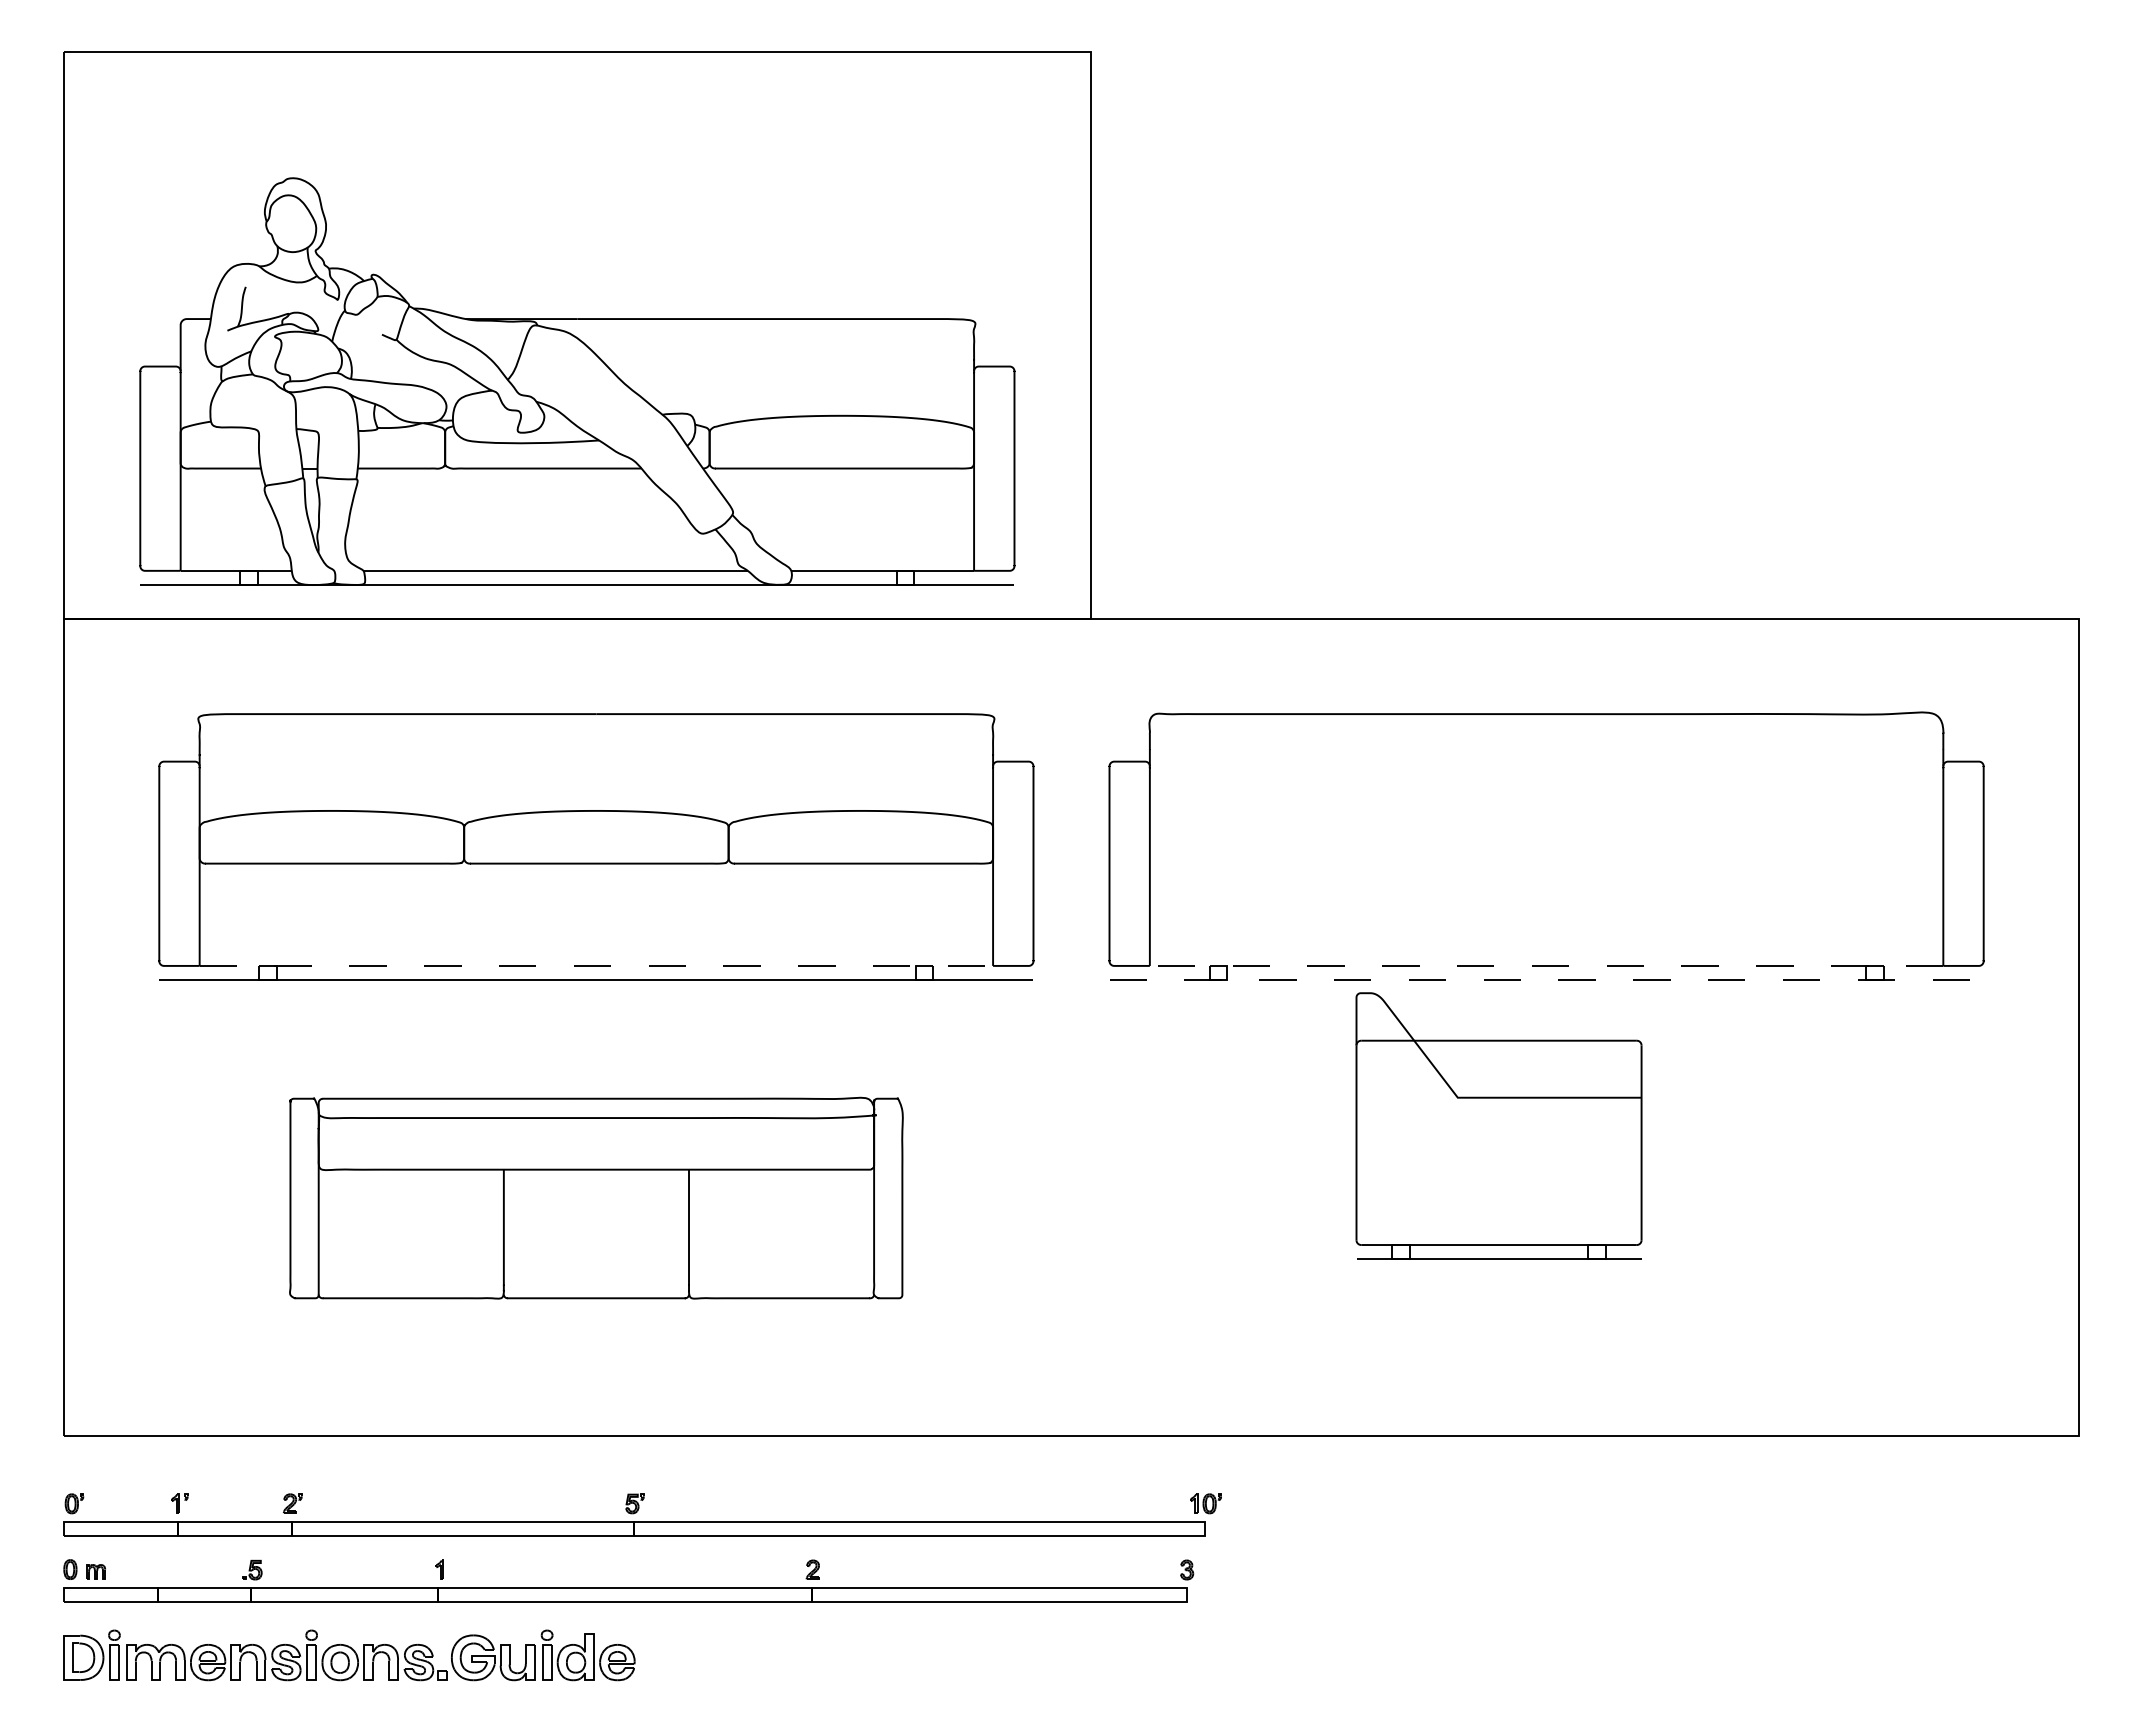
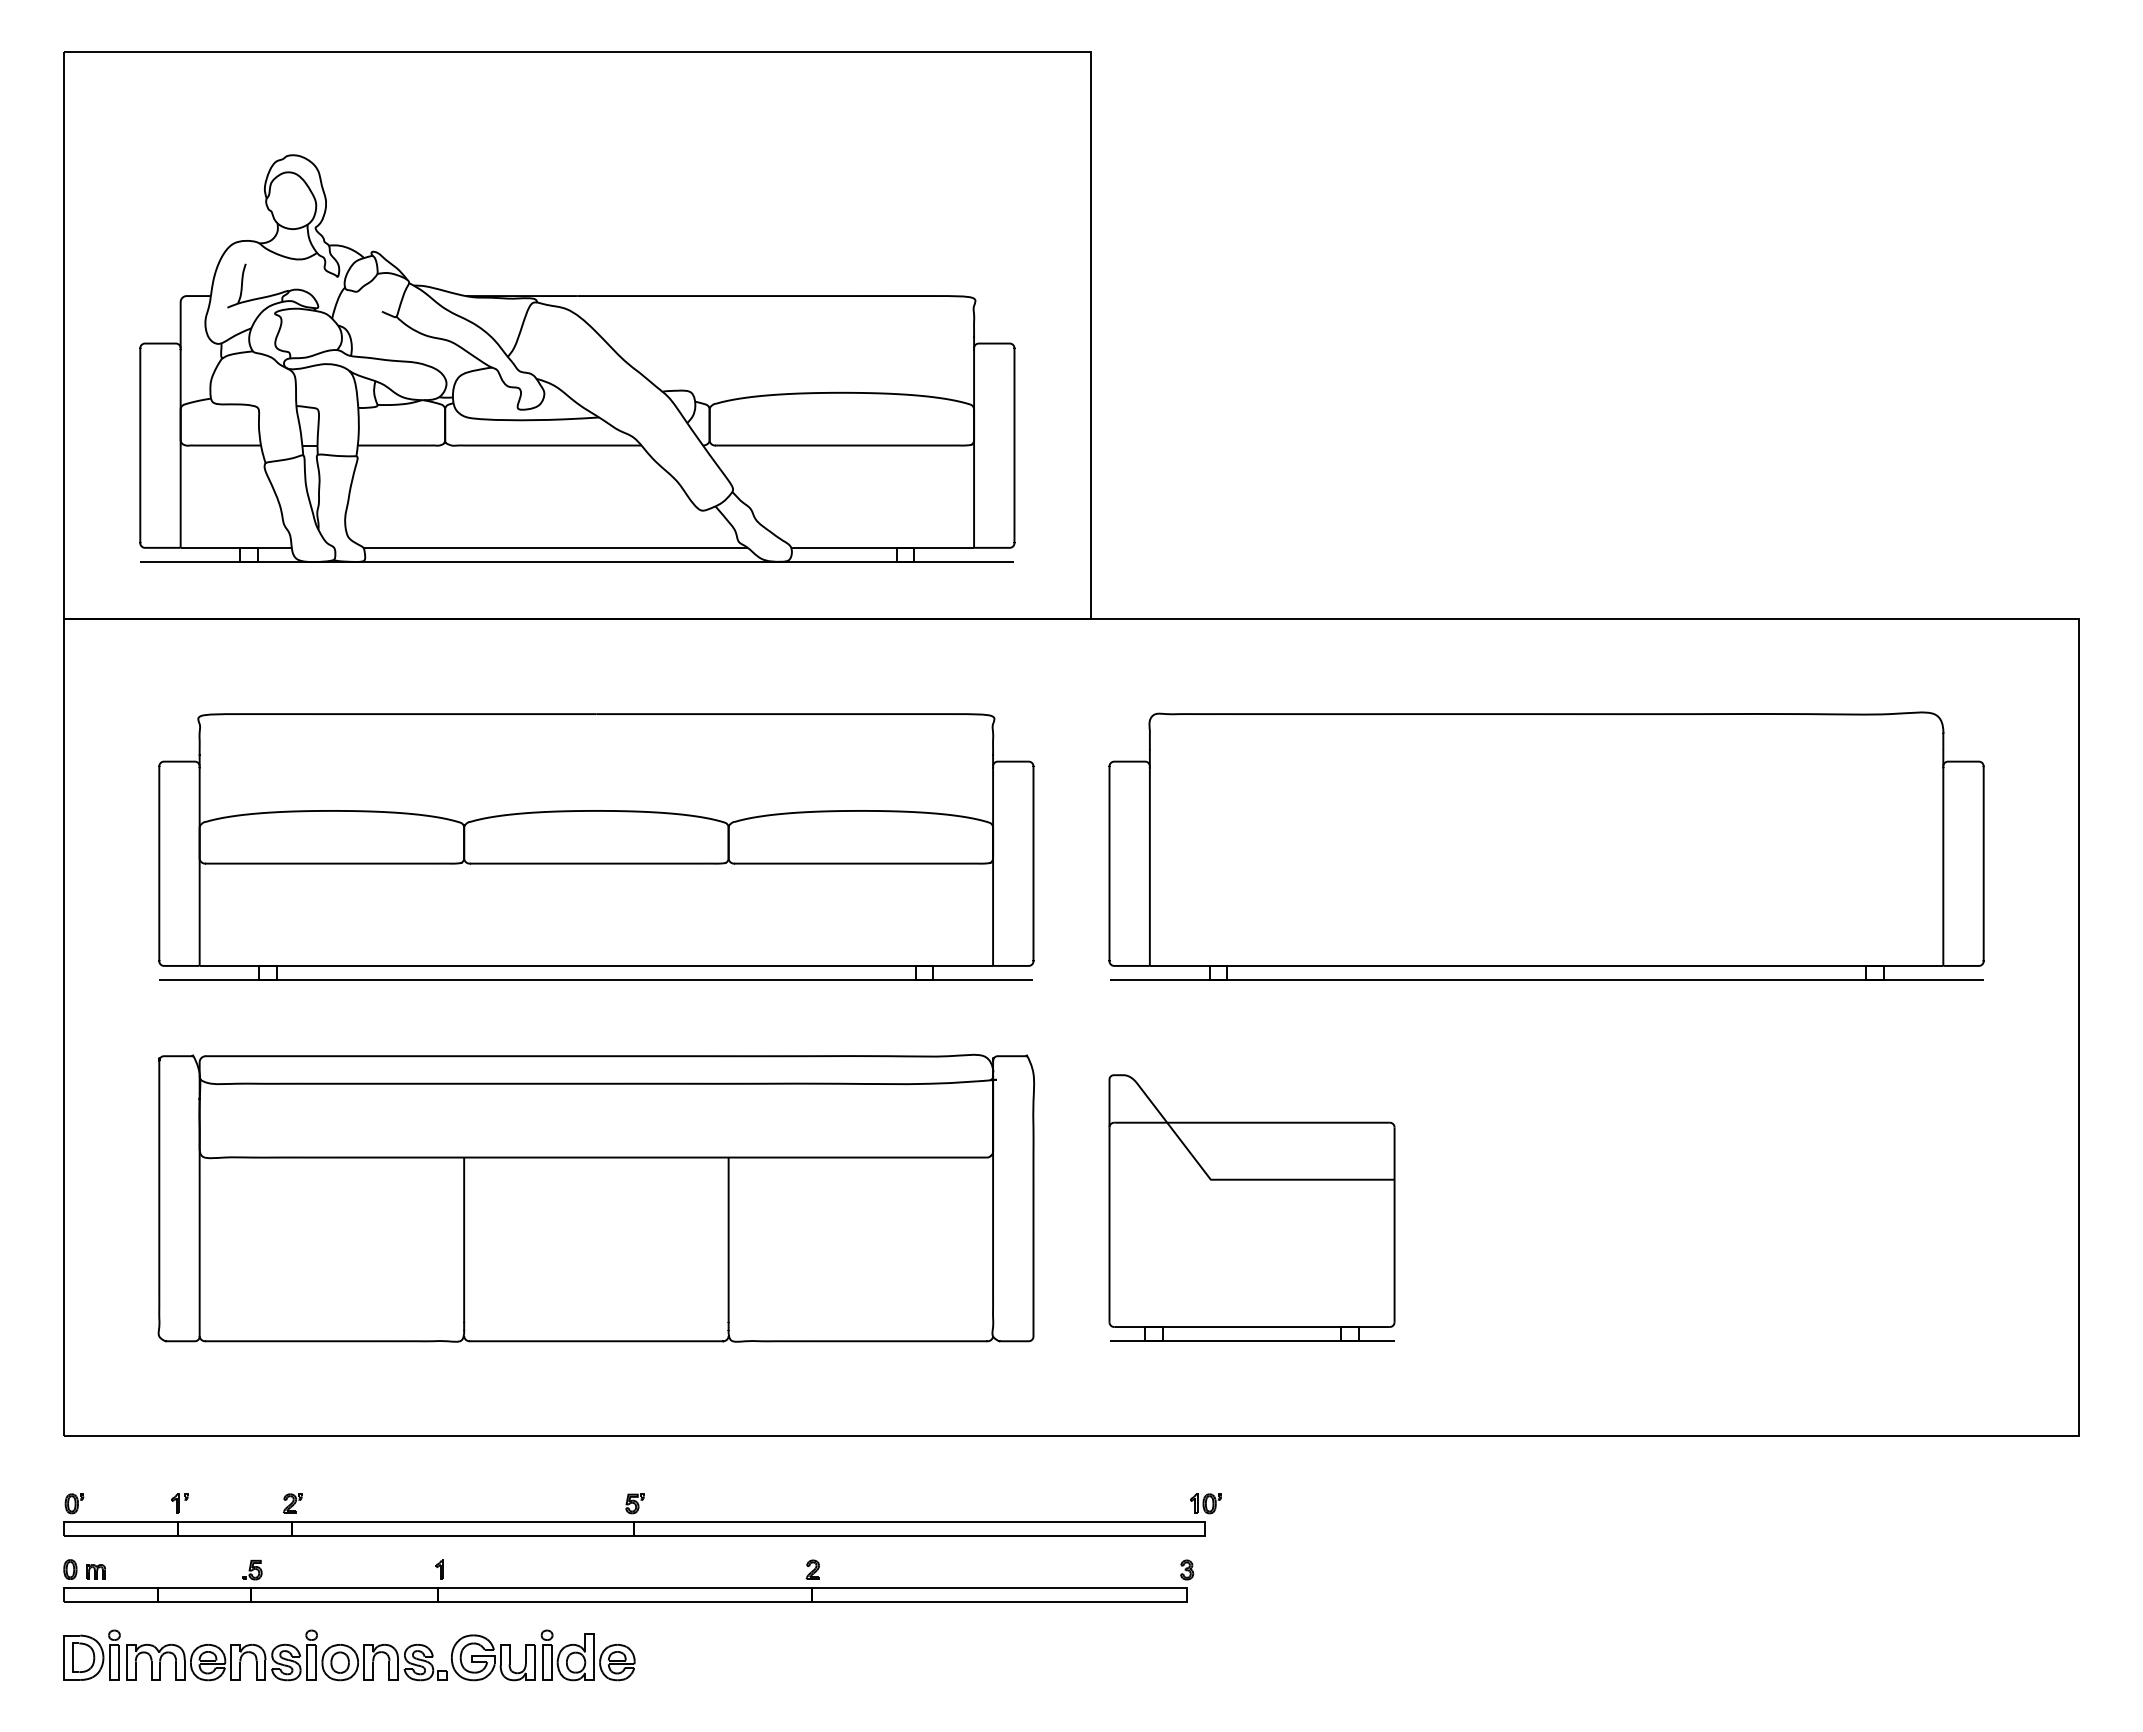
part at (577, 381) position: (577, 381) -> (577, 358)
line at (596, 965): dashed -> solid
line at (1545, 965): dashed -> solid
line at (1547, 980): dashed -> solid
part at (1498, 1125) position: (1498, 1125) -> (1251, 1207)
part at (596, 1197) size: 615x204 px -> 879x290 px
